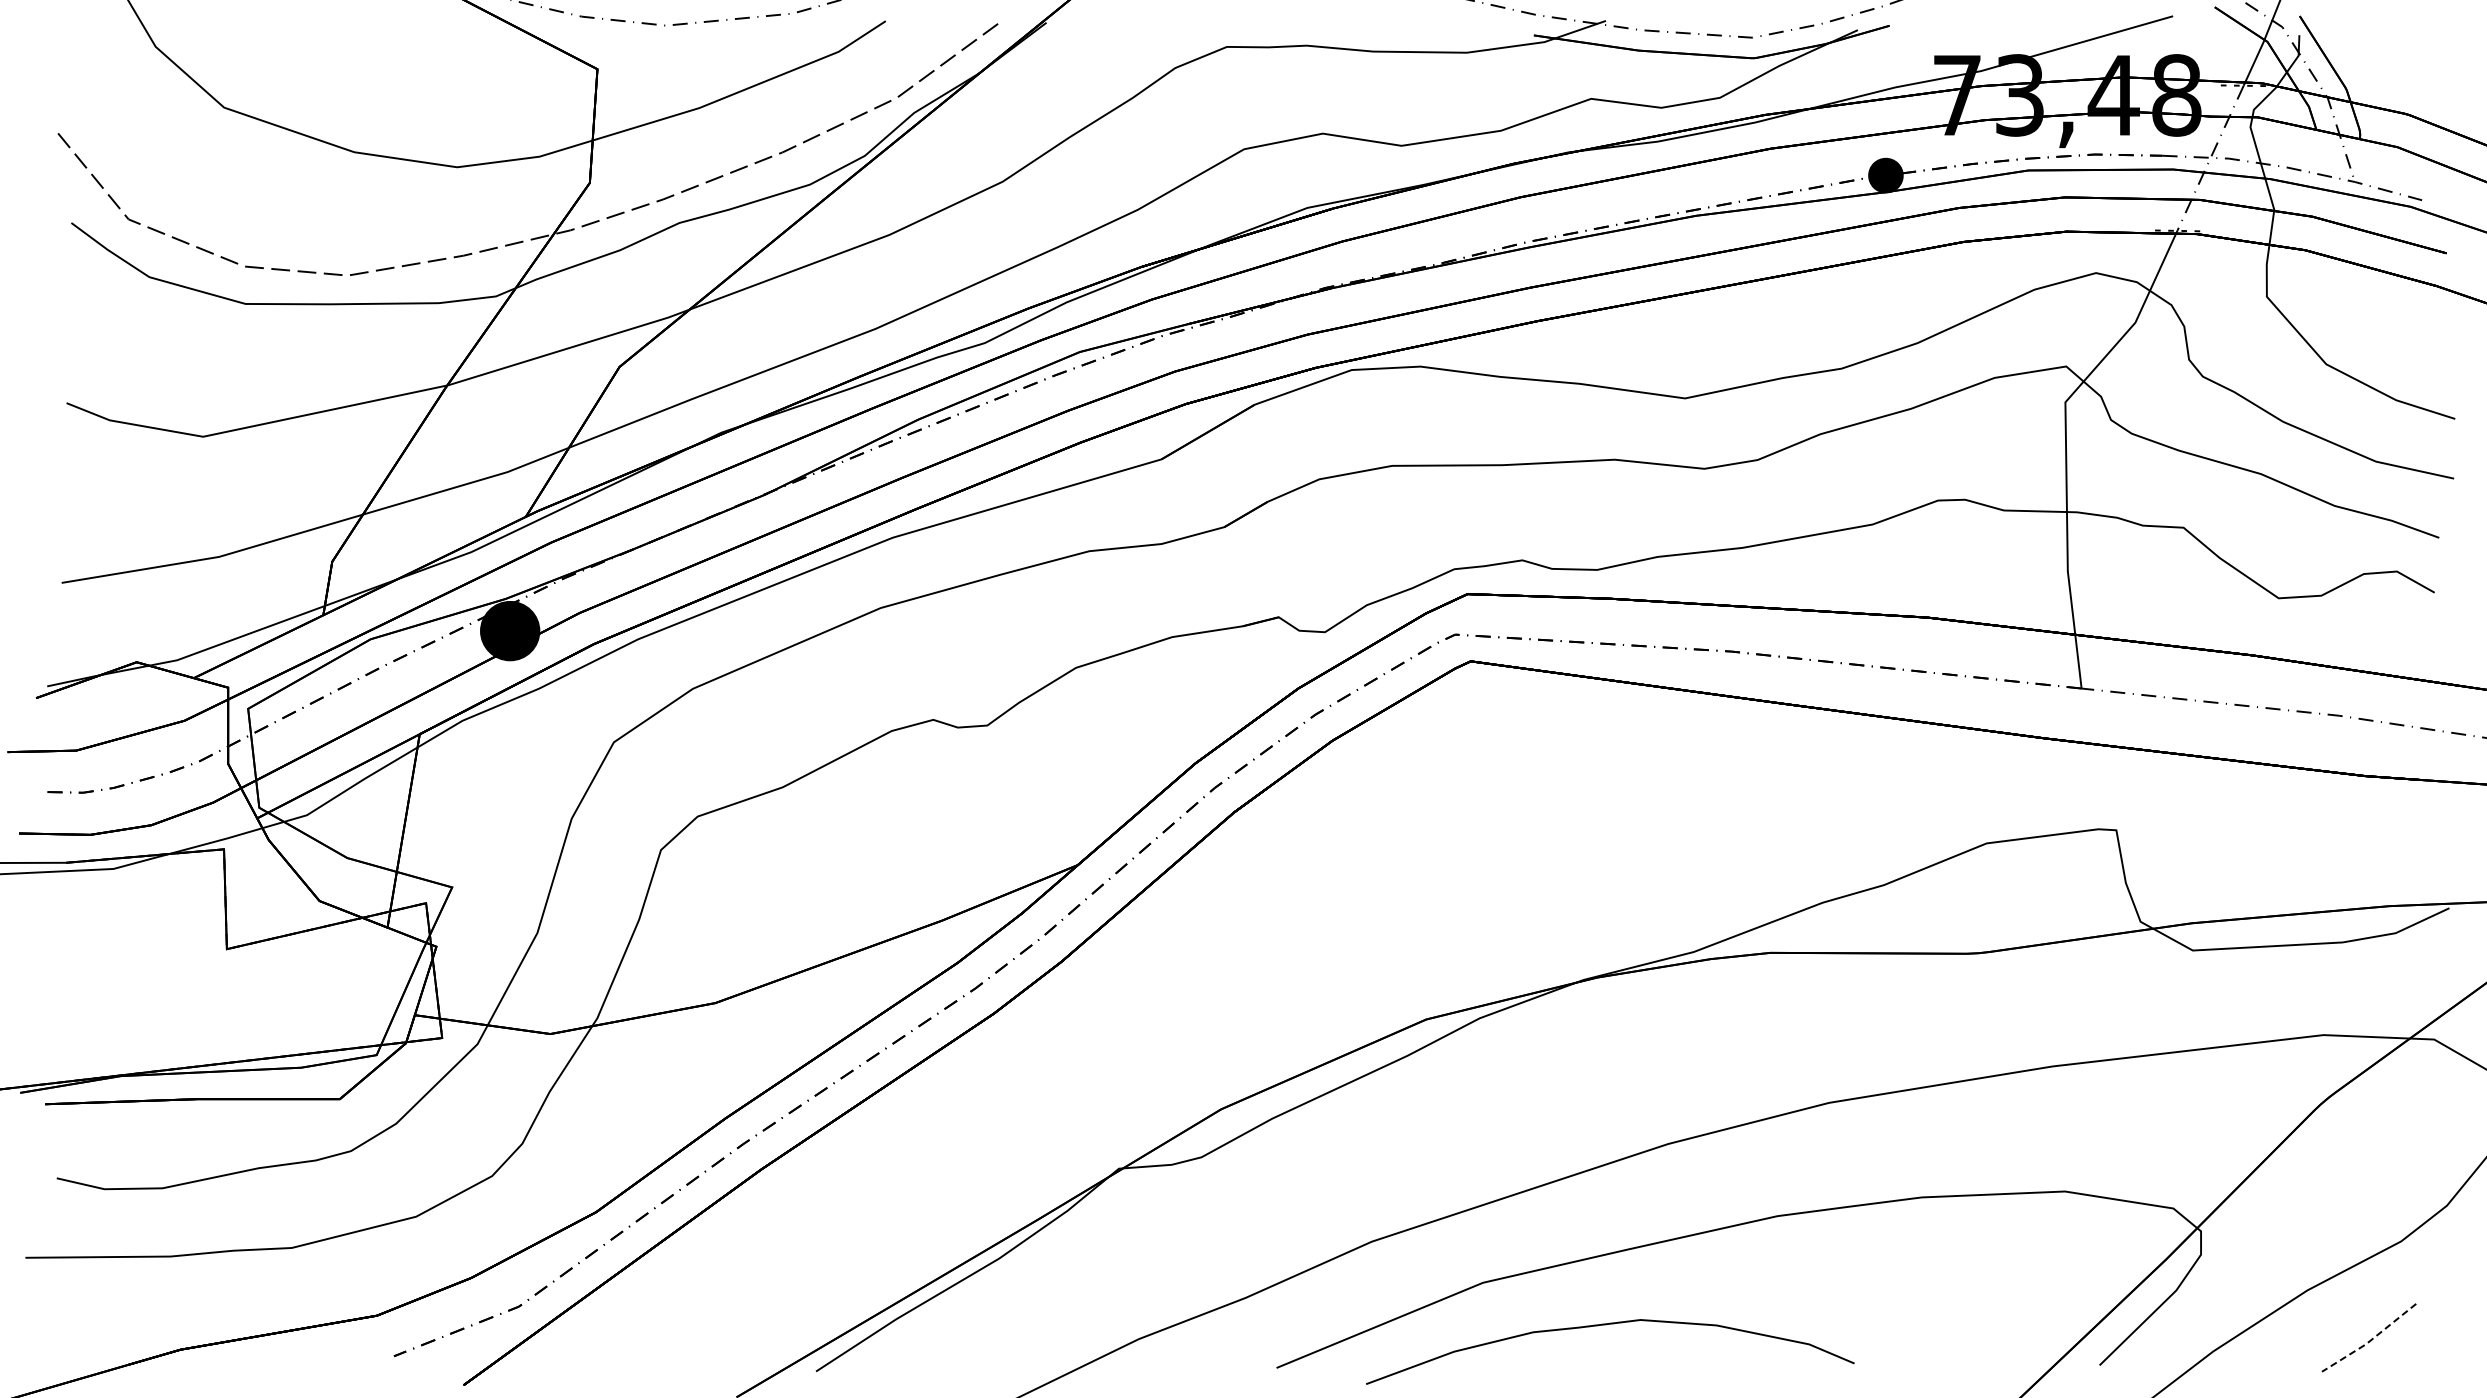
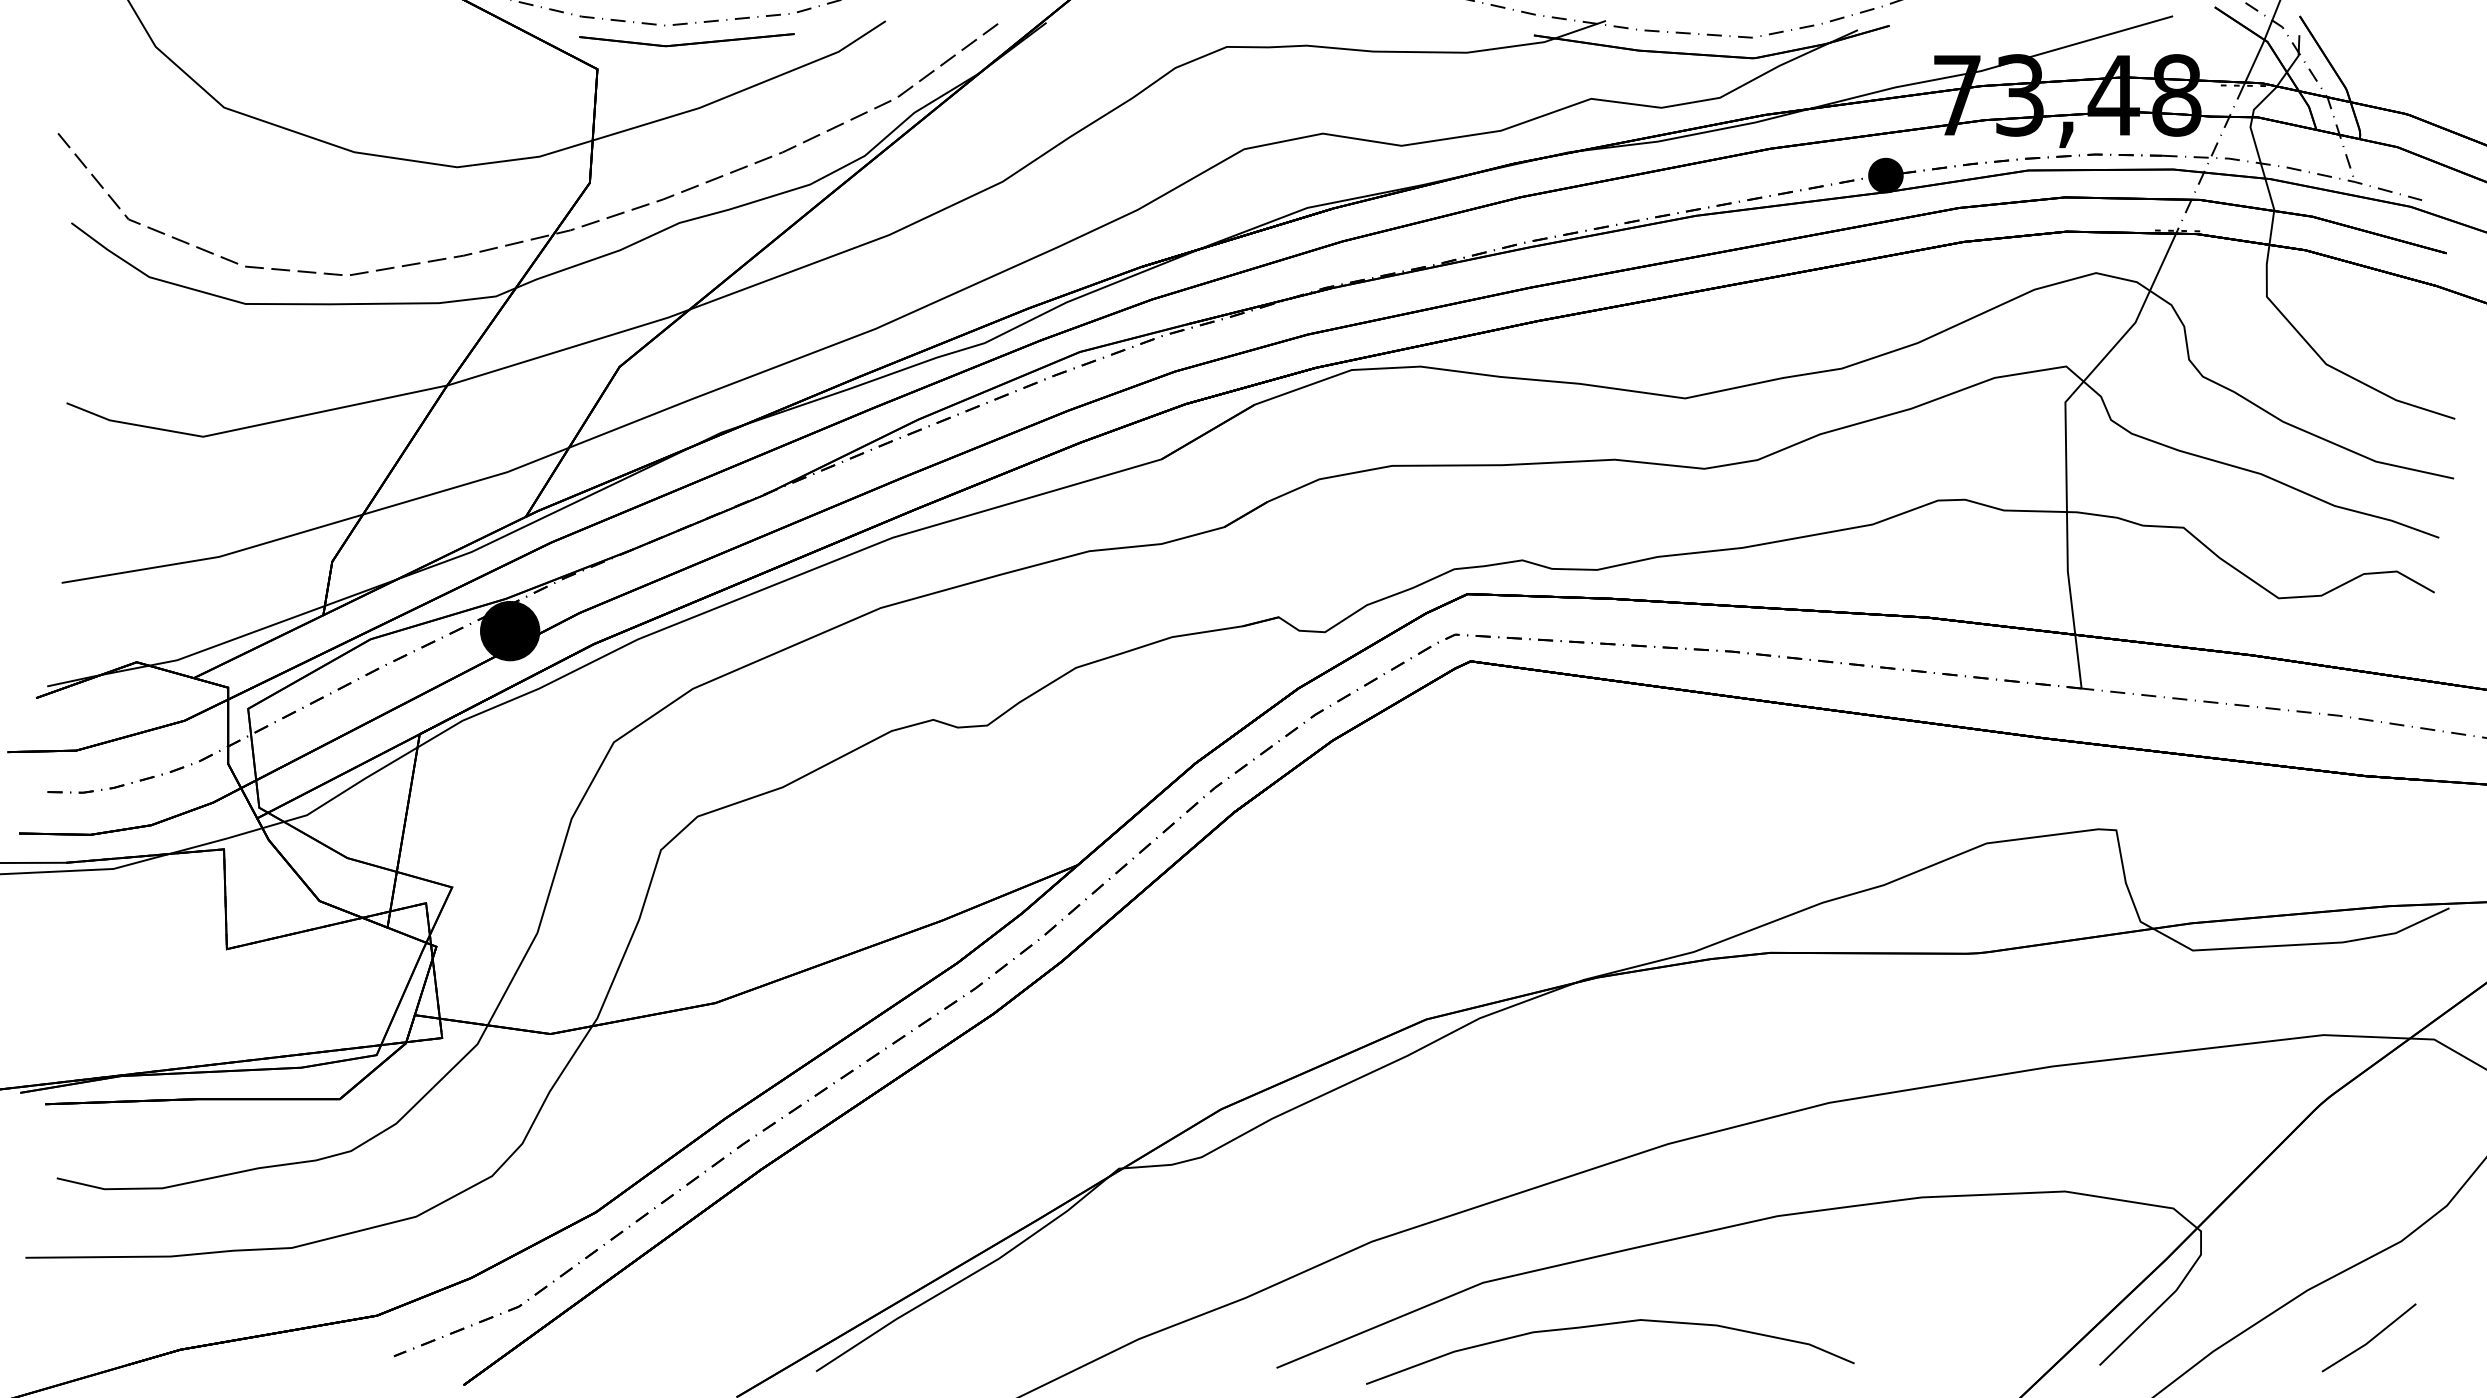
part at (686, 40): none -> present
line at (2370, 1340): dashed -> solid
